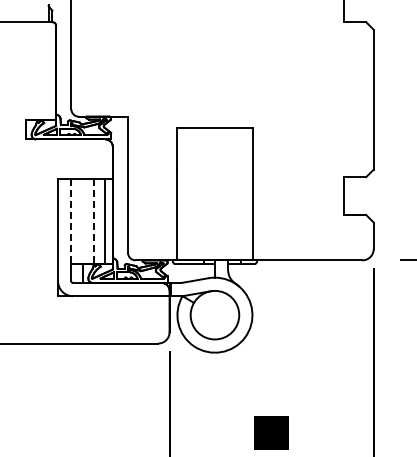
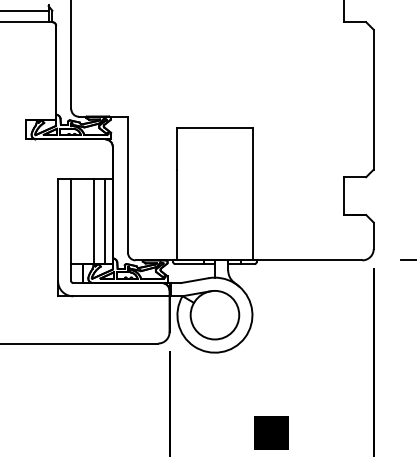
line at (25, 10): none -> present
line at (71, 221): dashed -> solid
line at (93, 221): dashed -> solid
